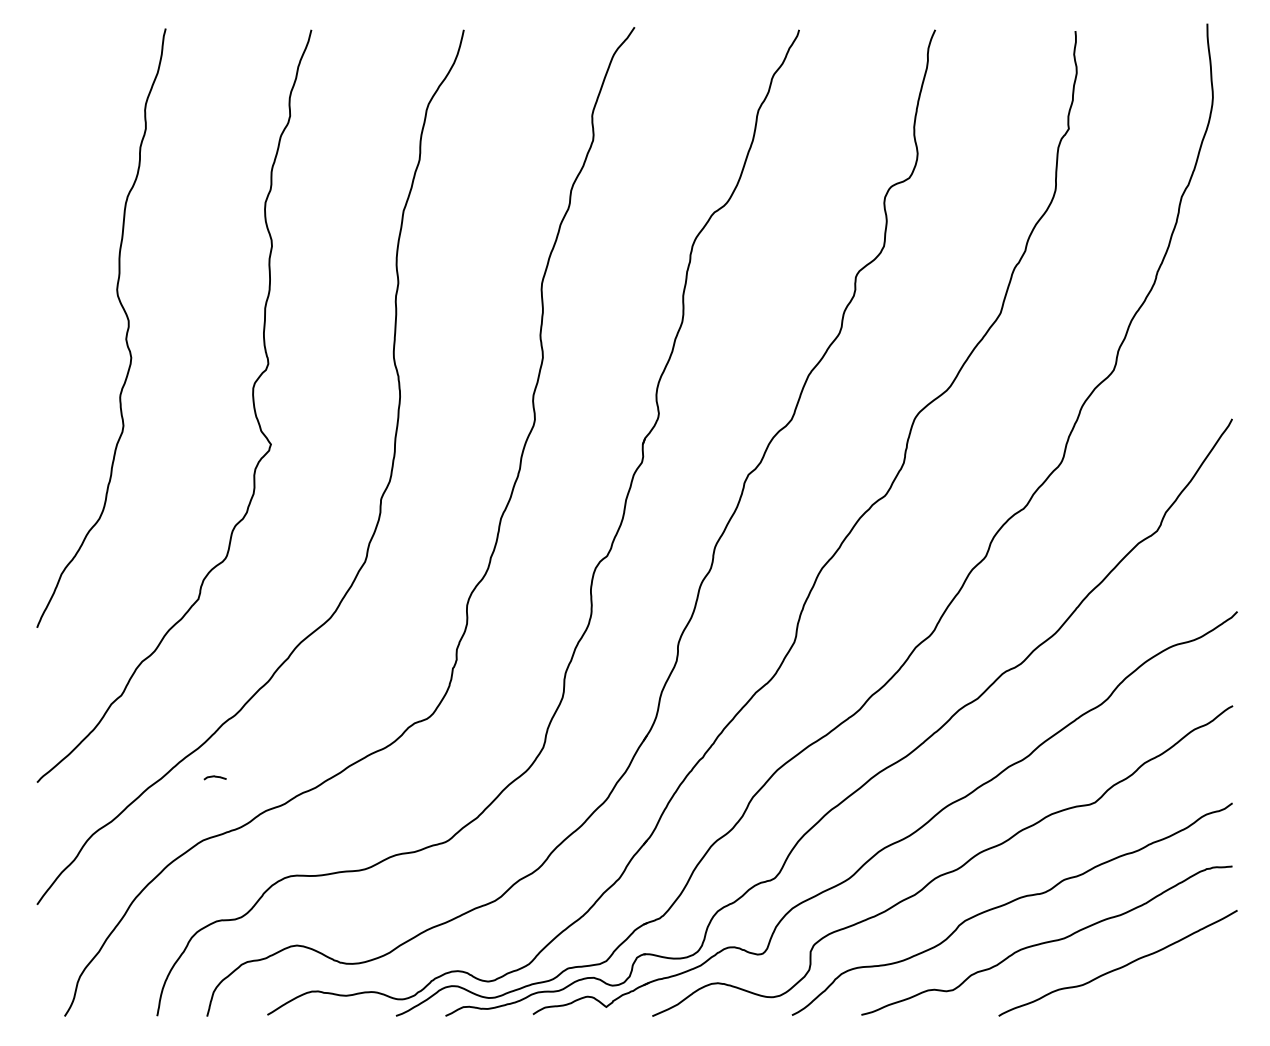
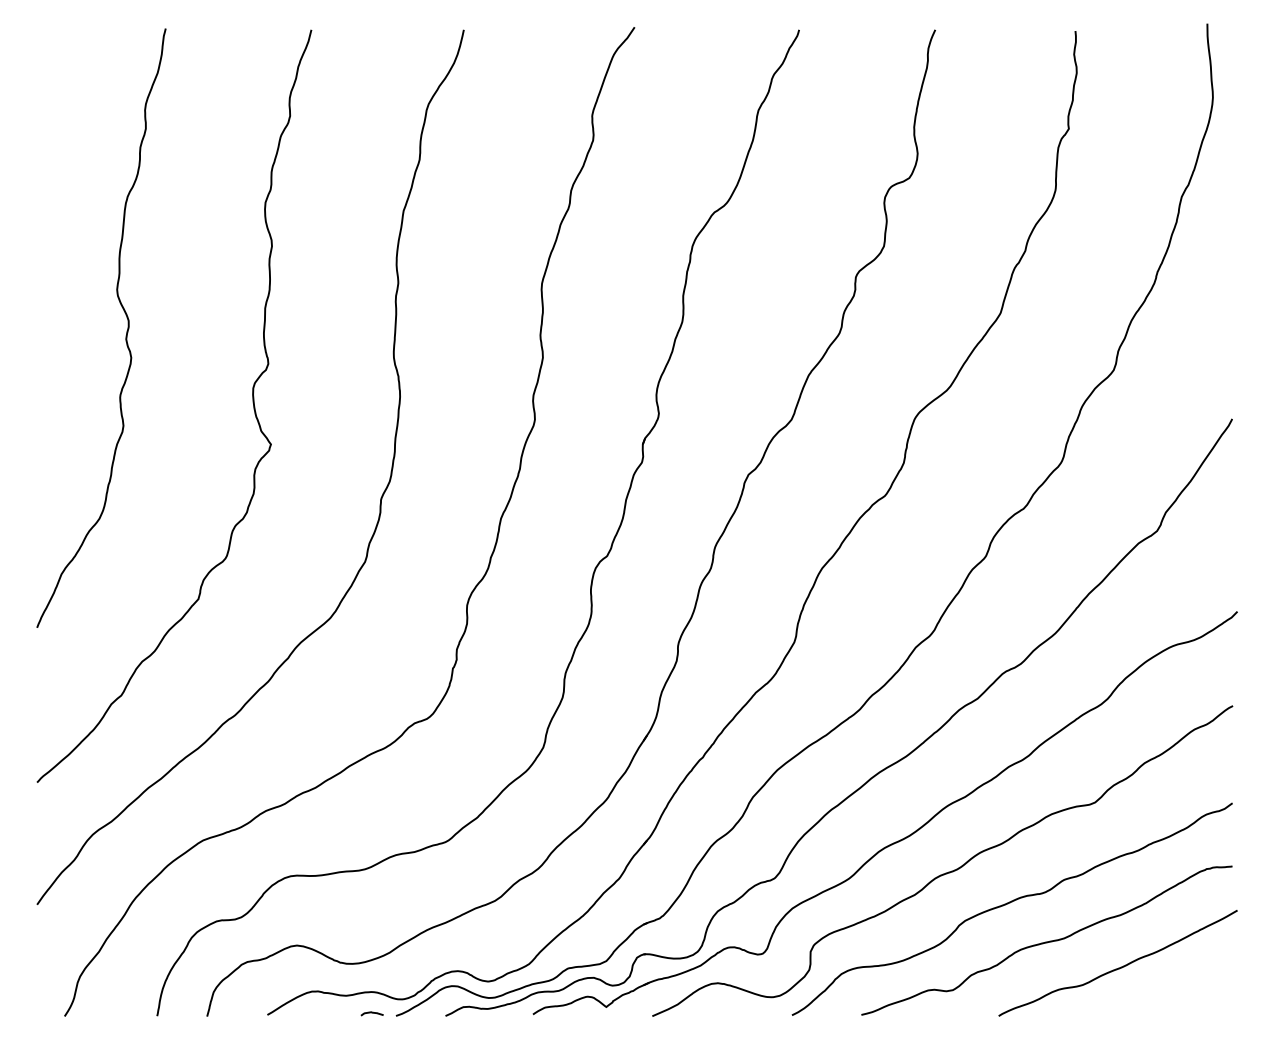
curve at (214, 777) position: (214, 777) -> (371, 1013)
